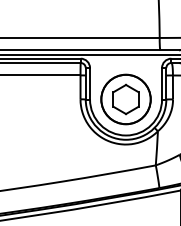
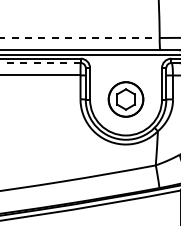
line at (80, 37): solid -> dashed
line at (40, 63): solid -> dashed
part at (125, 99) size: 52x53 px -> 38x37 px
